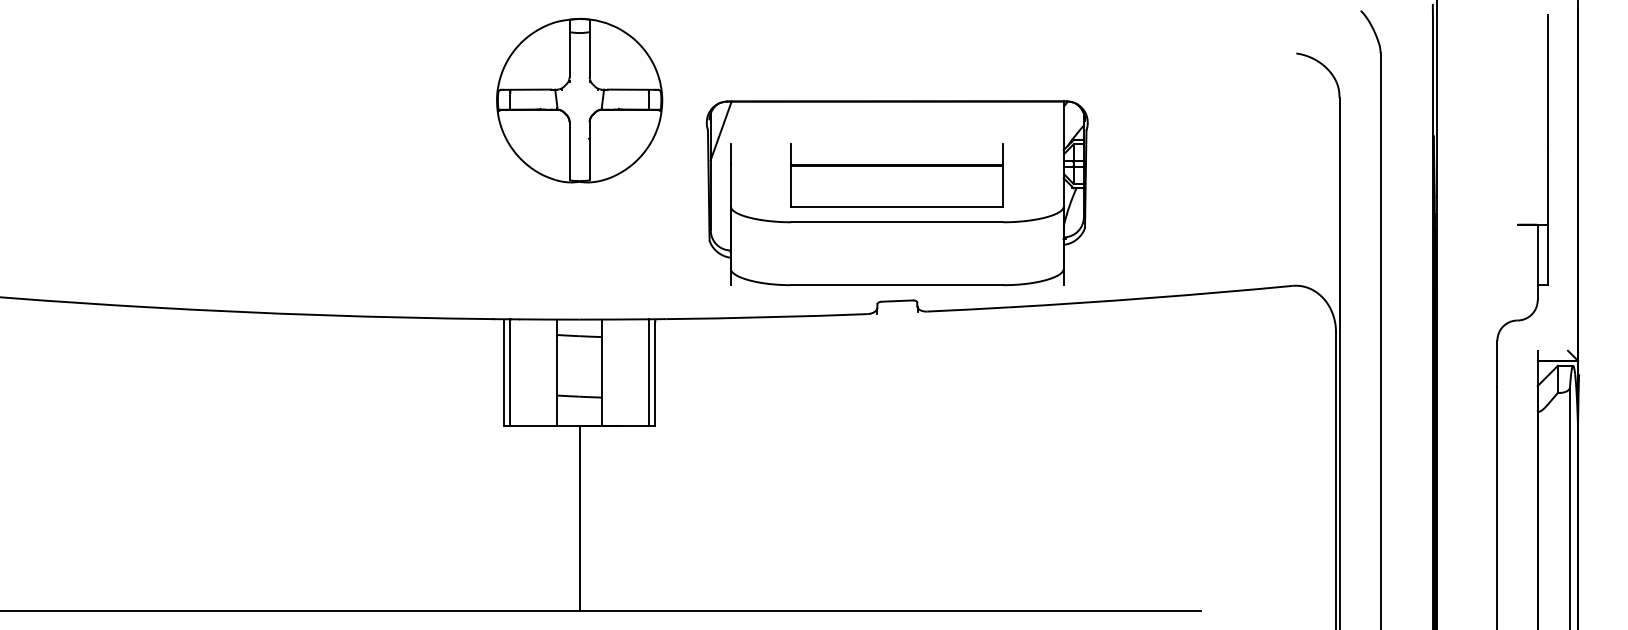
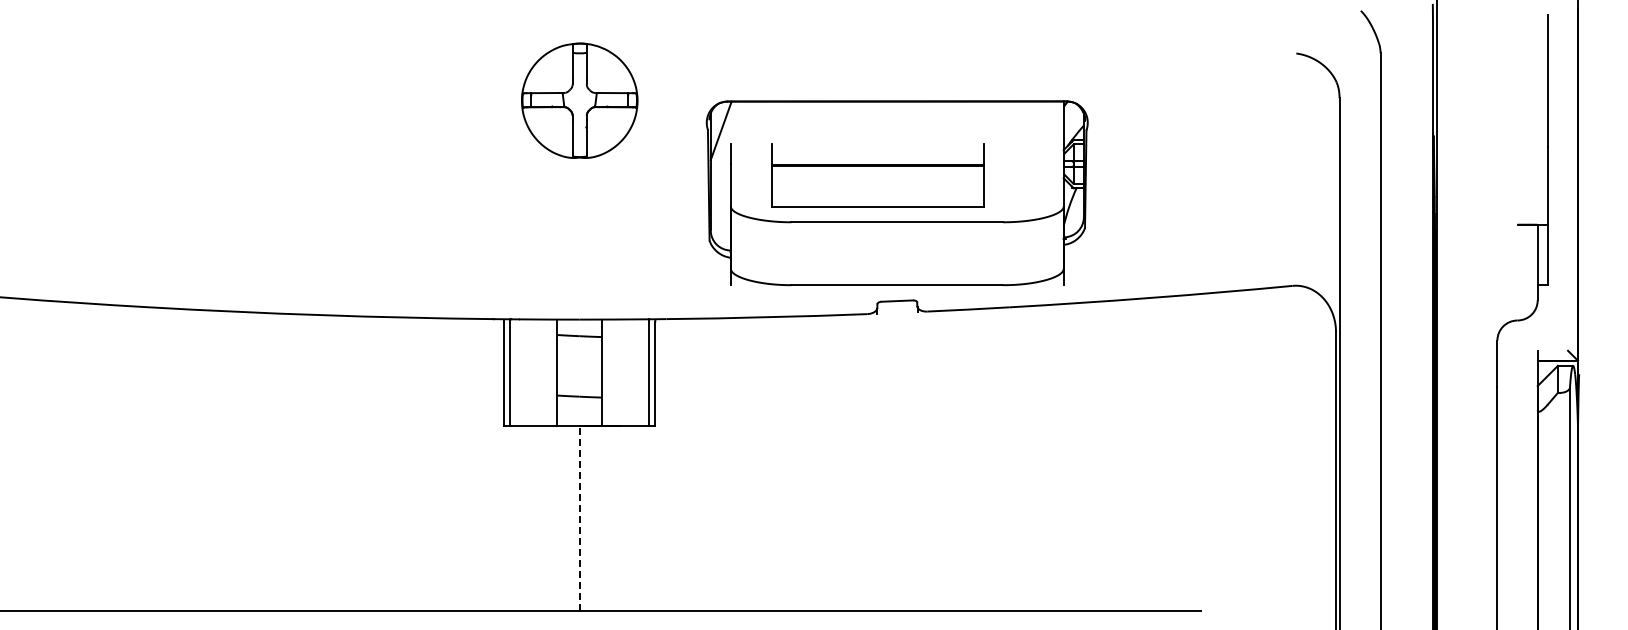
part at (579, 100) size: 168x166 px -> 118x117 px
part at (896, 175) position: (896, 175) -> (877, 175)
line at (579, 518): solid -> dashed
